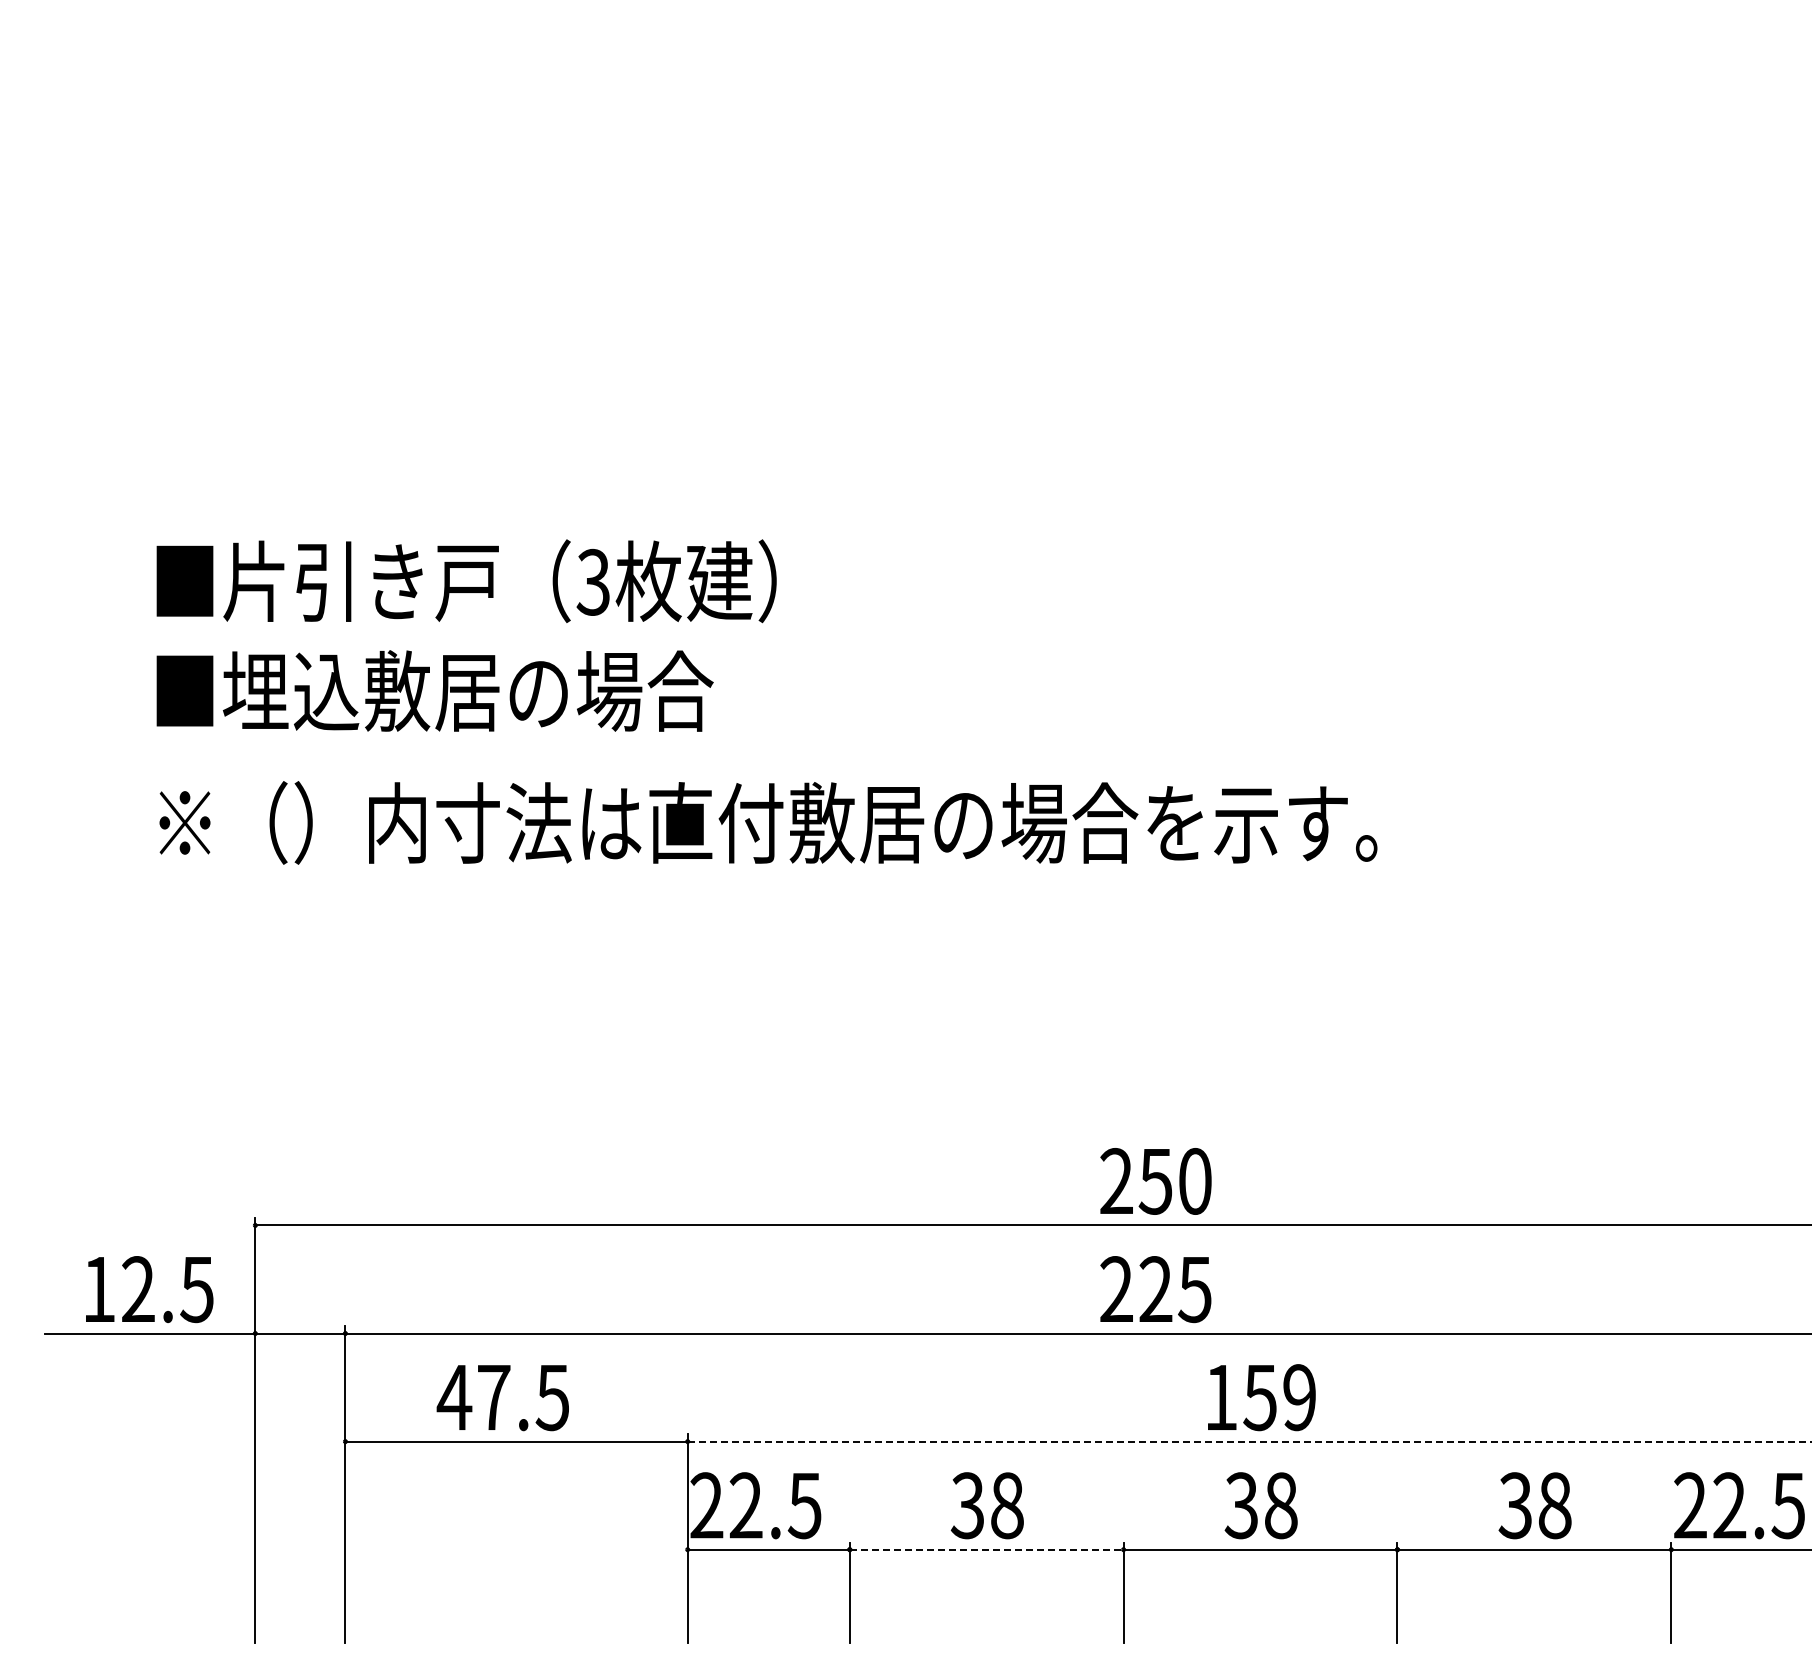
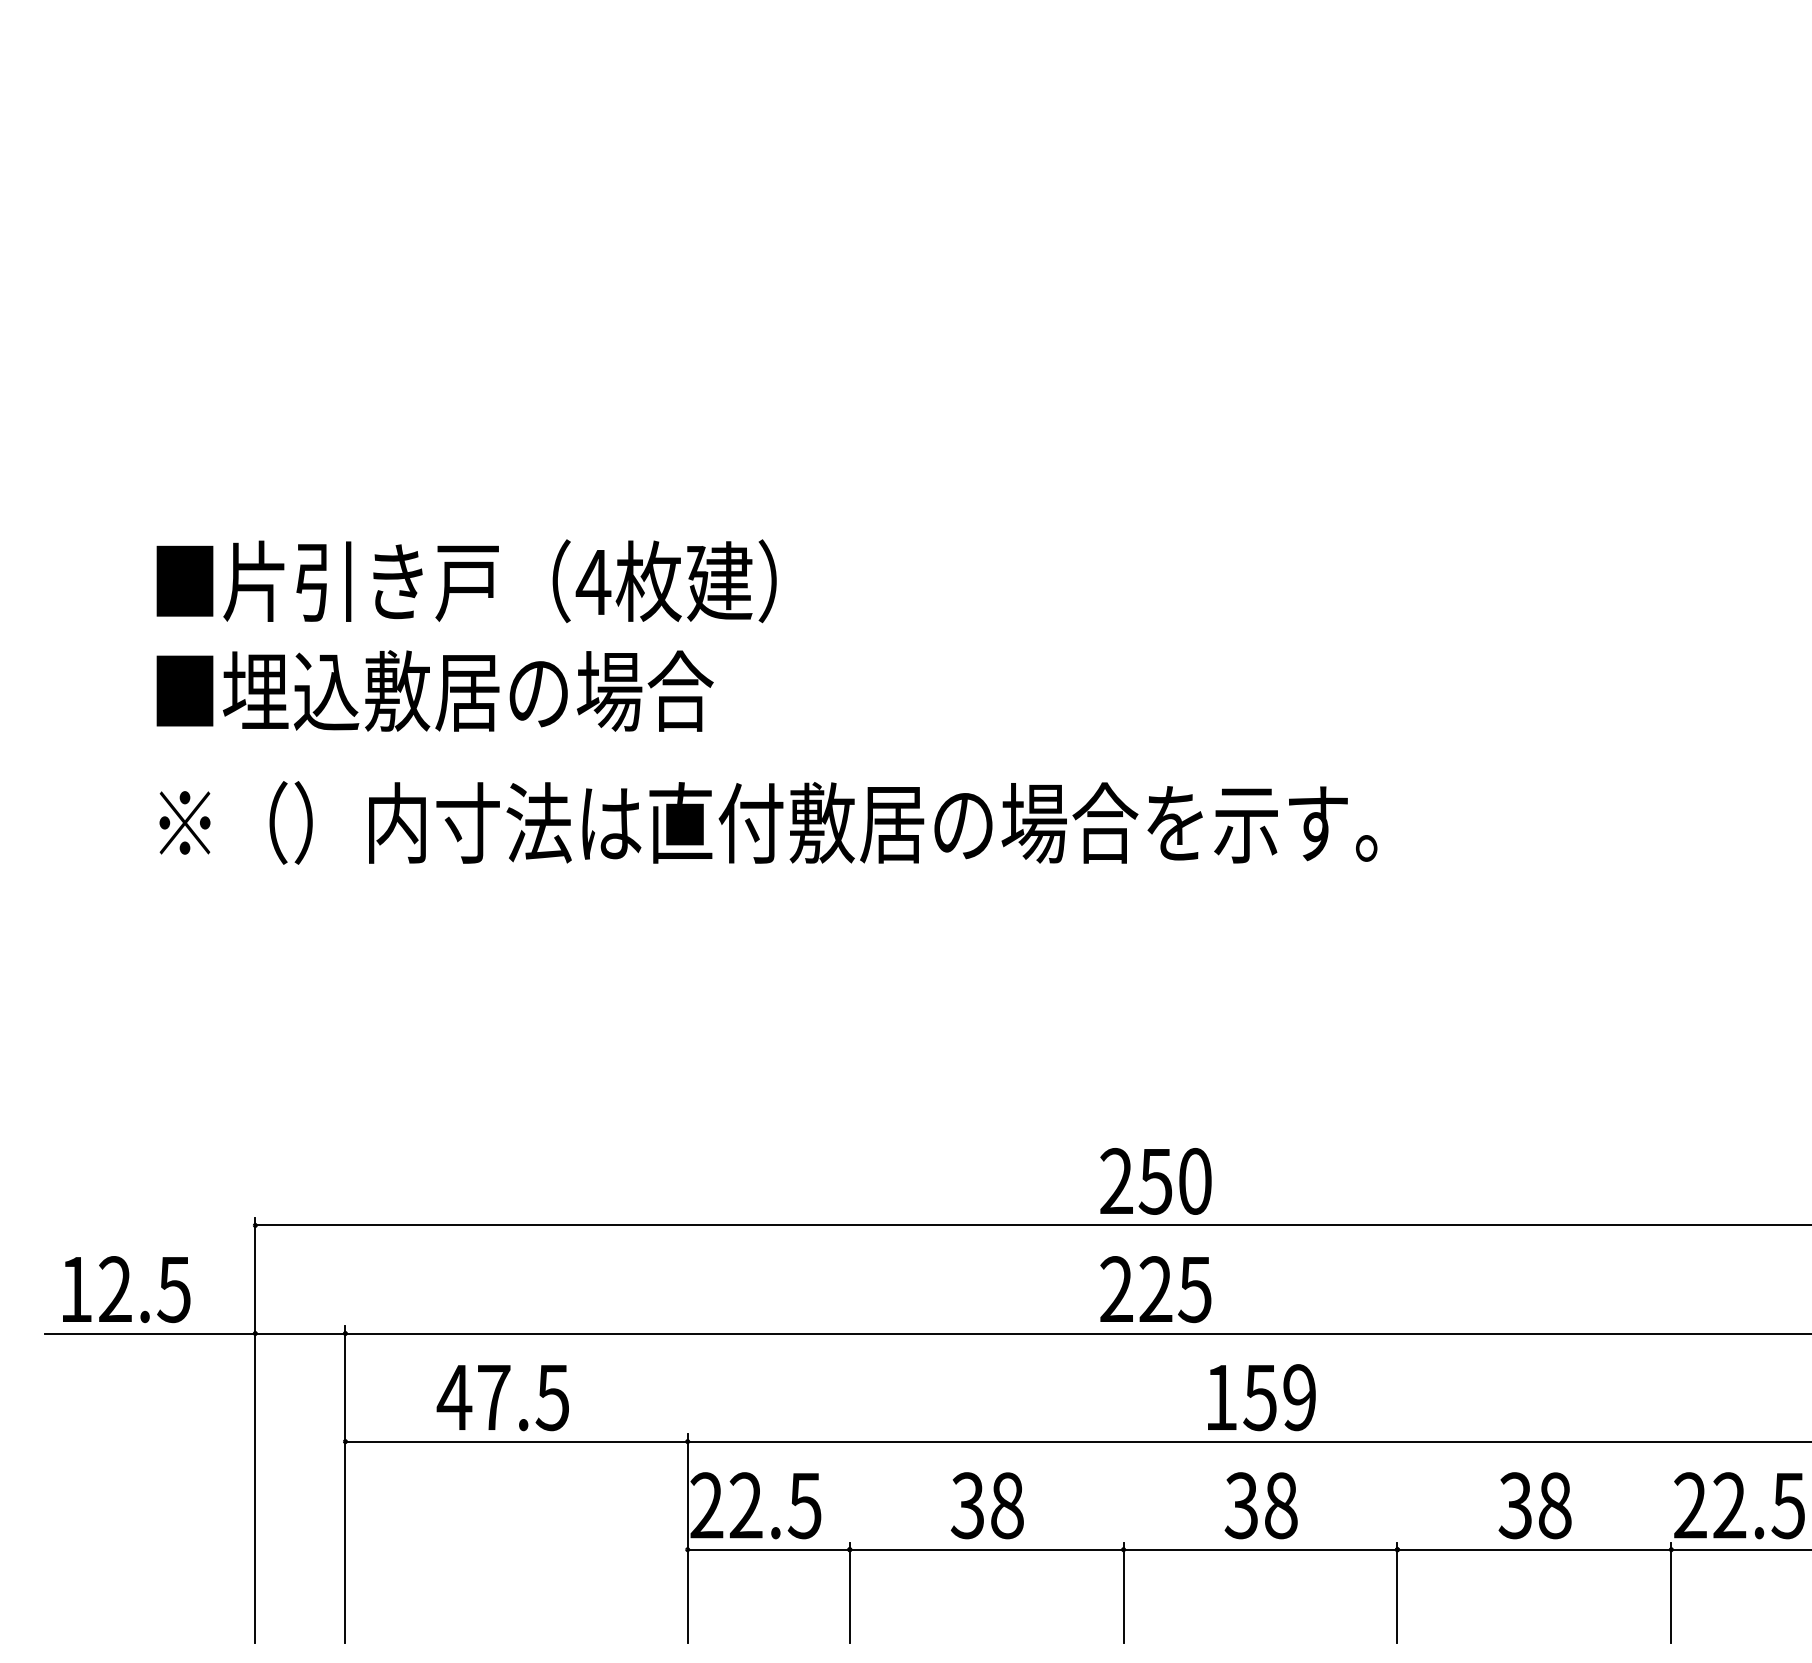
text at (593, 581): 3 -> 4
text at (149, 1289) position: (149, 1289) -> (126, 1289)
line at (1249, 1441): dashed -> solid
line at (986, 1549): dashed -> solid
